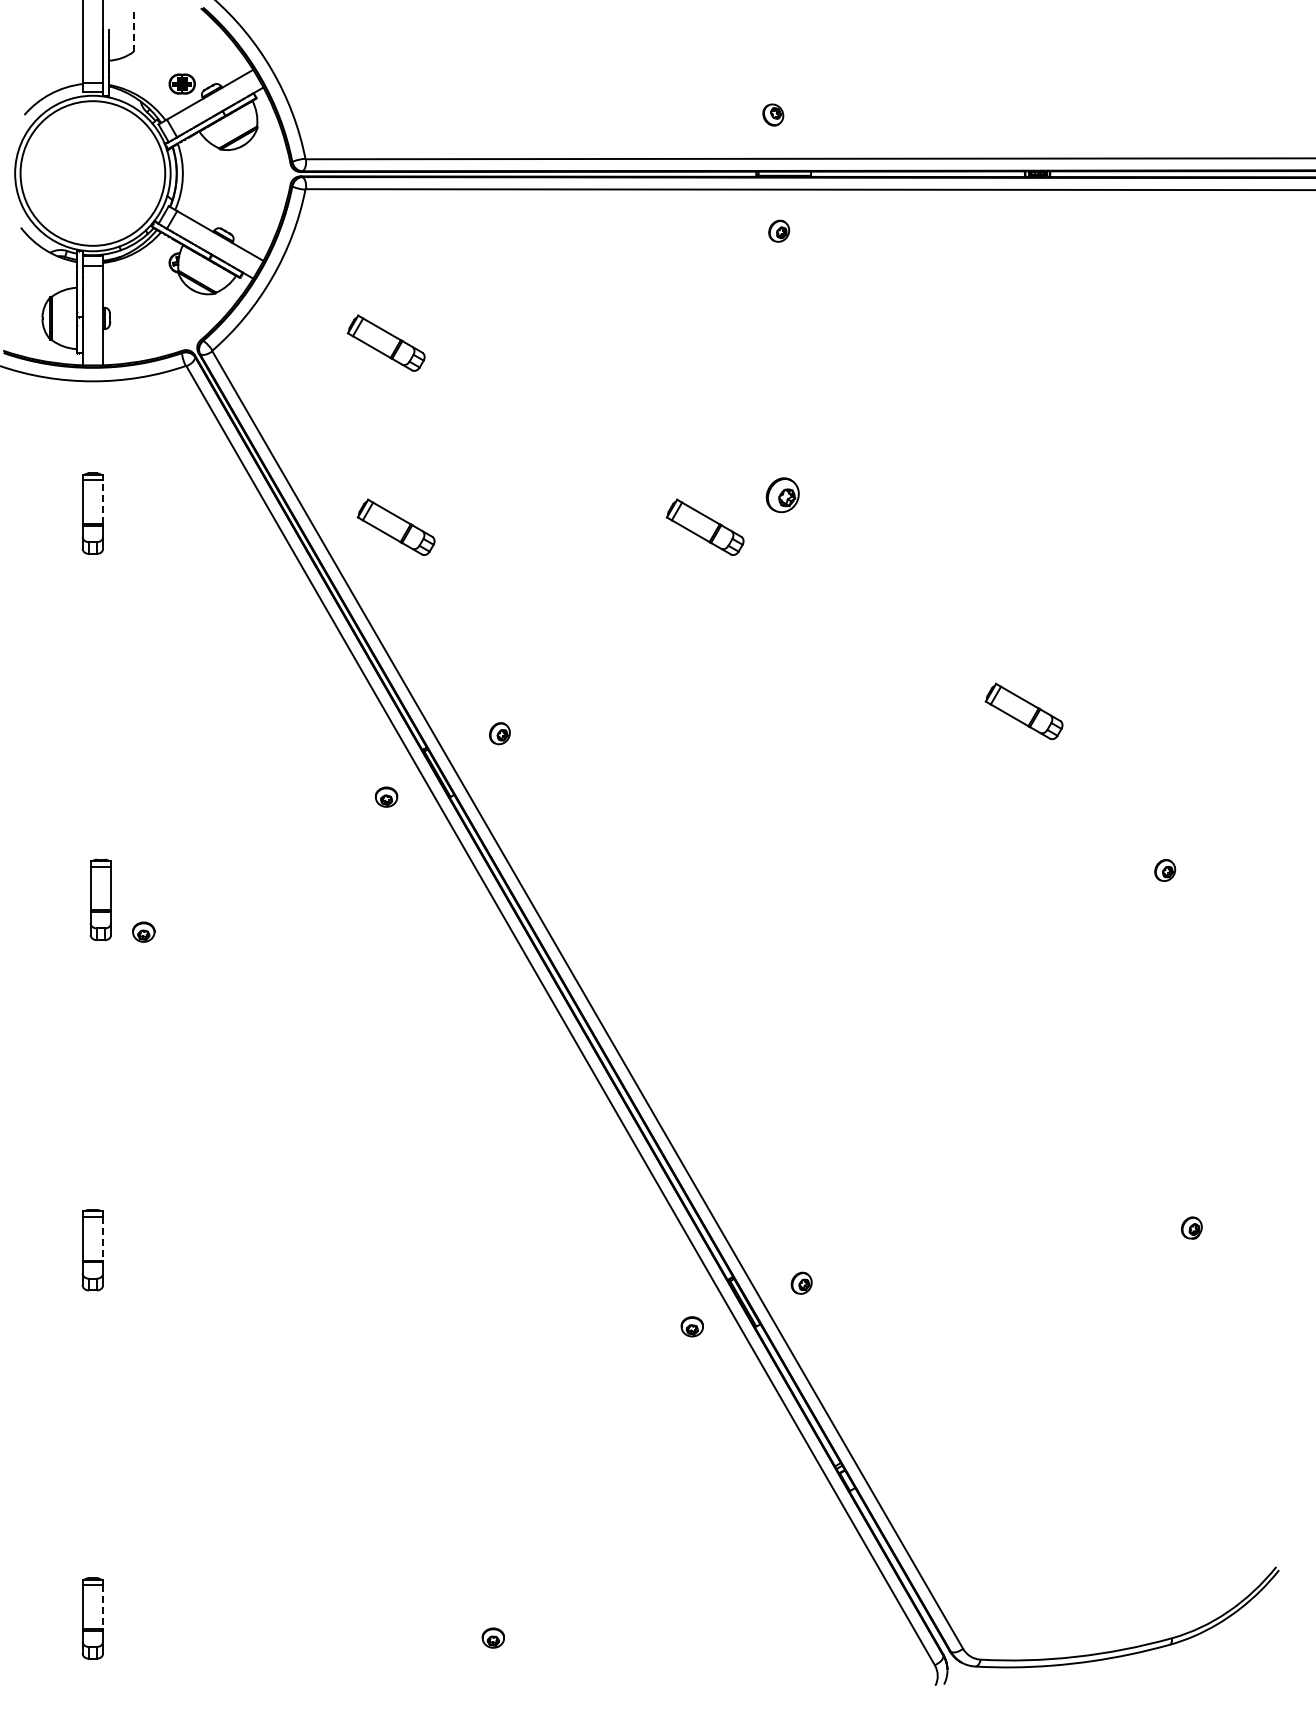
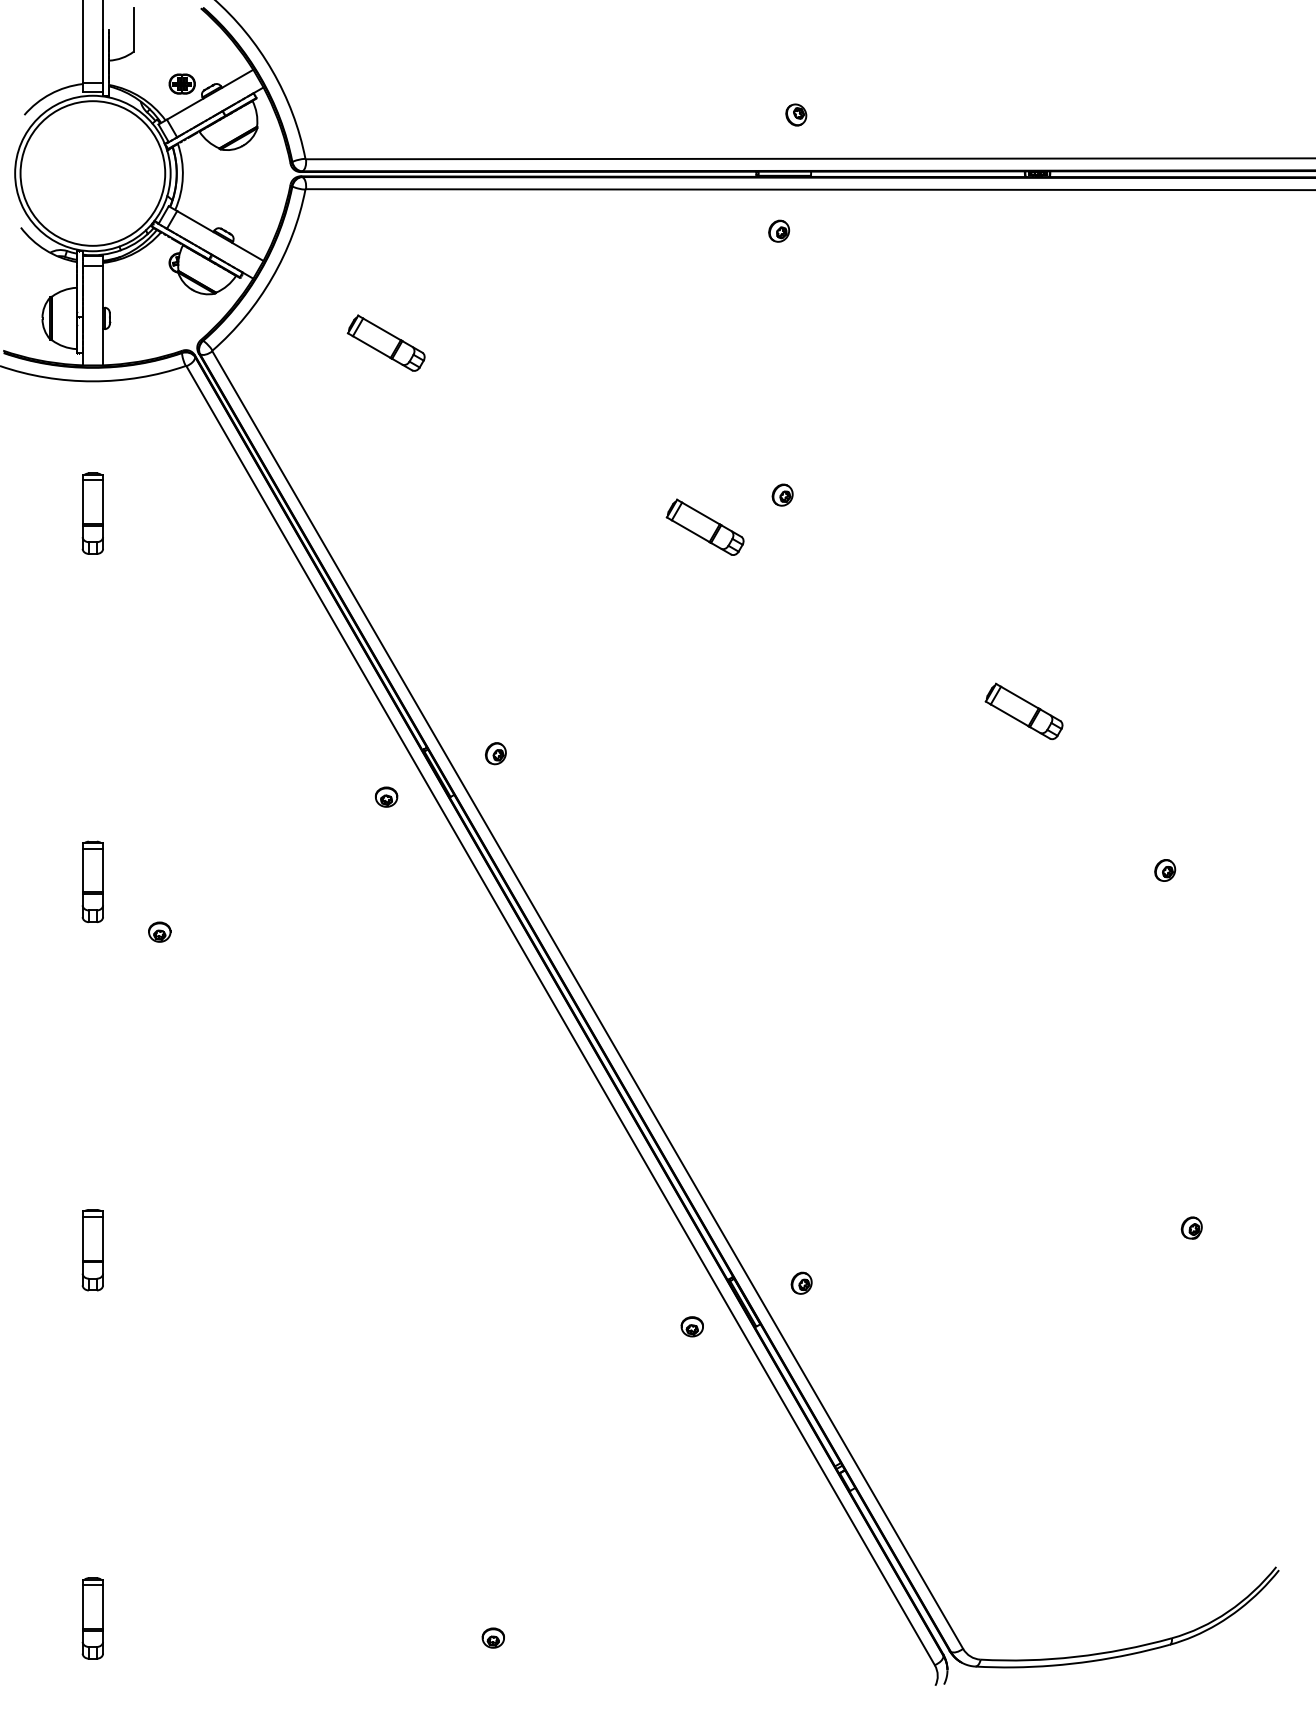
line at (133, 30): dashed -> solid
part at (773, 114) position: (773, 114) -> (796, 114)
part at (782, 495) size: 35x37 px -> 23x24 px
line at (103, 502): dashed -> solid
part at (395, 526): present -> none
part at (499, 733) position: (499, 733) -> (495, 753)
part at (100, 899) position: (100, 899) -> (92, 881)
part at (143, 931) position: (143, 931) -> (159, 931)
line at (103, 1238): dashed -> solid
line at (103, 1607): dashed -> solid
